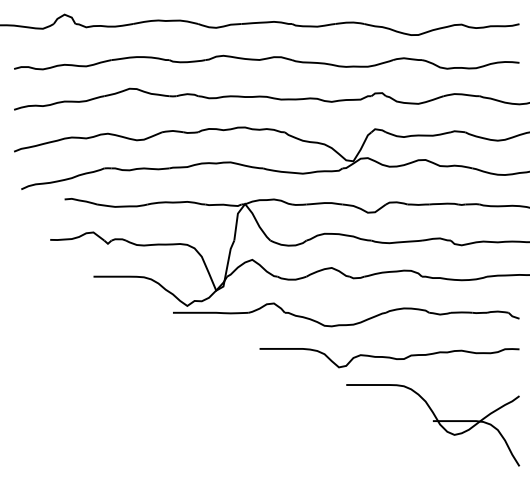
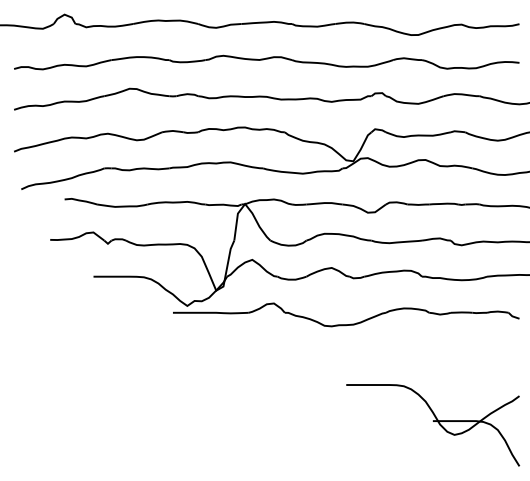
curve at (389, 358): present -> none
